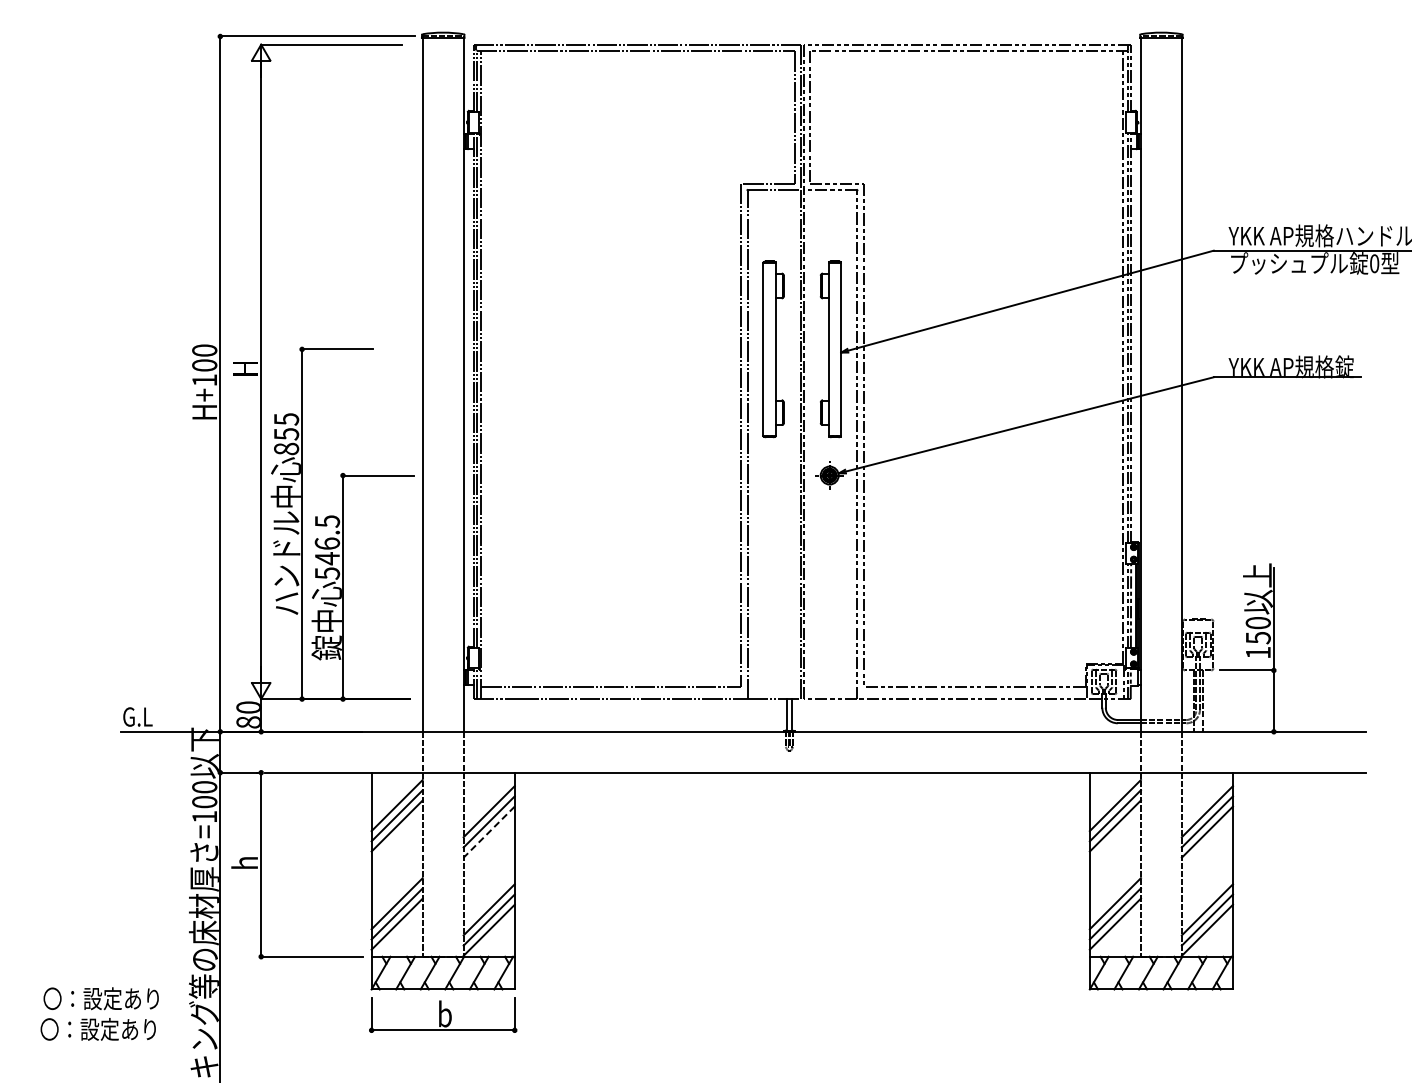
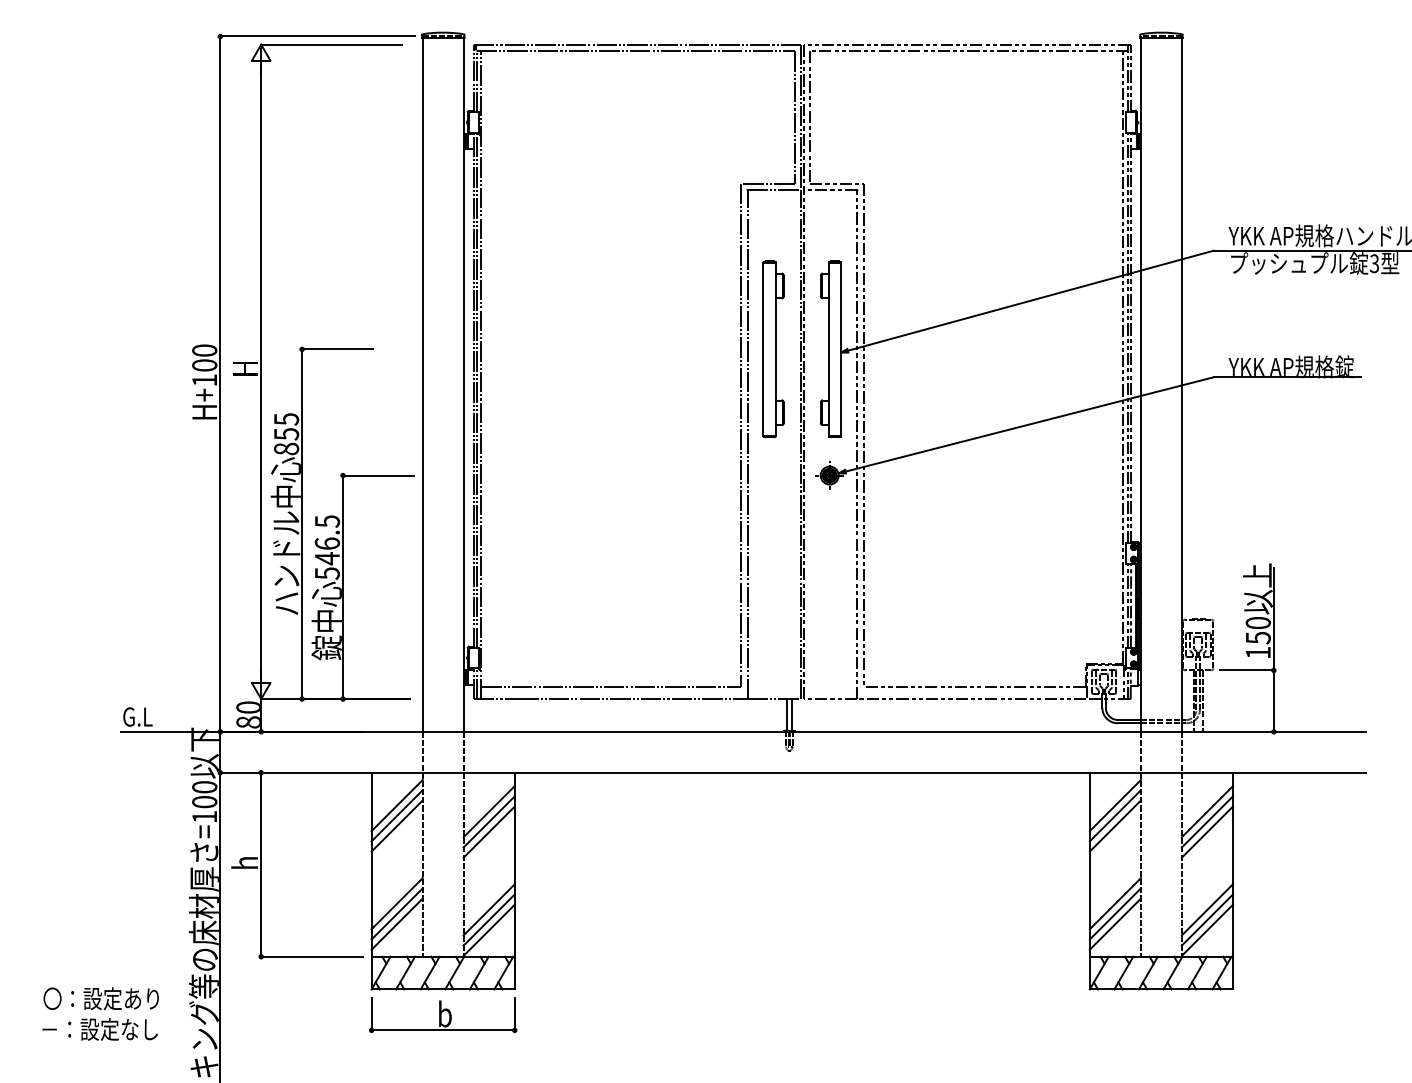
text at (1374, 263): 0 -> 3
line at (488, 832): dashed -> solid
text at (98, 1029): 〇：設定あり -> －：設定なし
